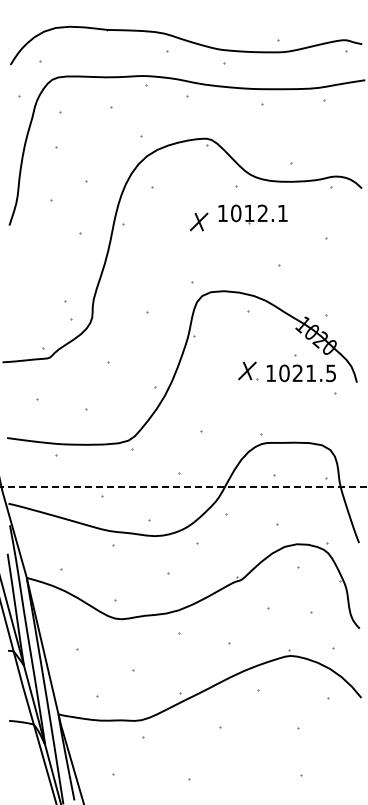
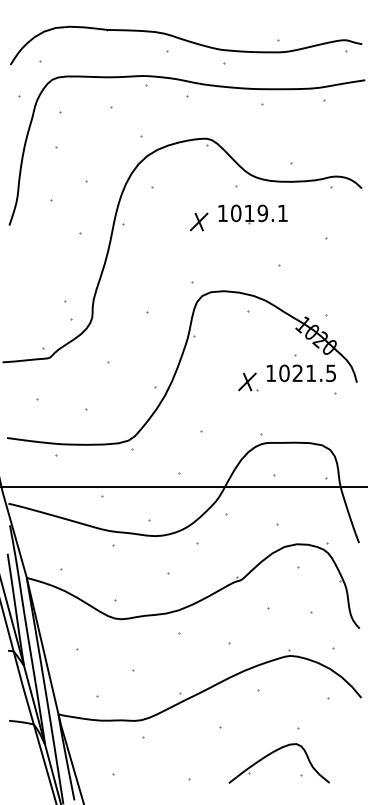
text at (262, 213): 1012.1 -> 1019.1
part at (248, 370) position: (248, 370) -> (248, 381)
line at (183, 487): dashed -> solid
part at (271, 754): none -> present
